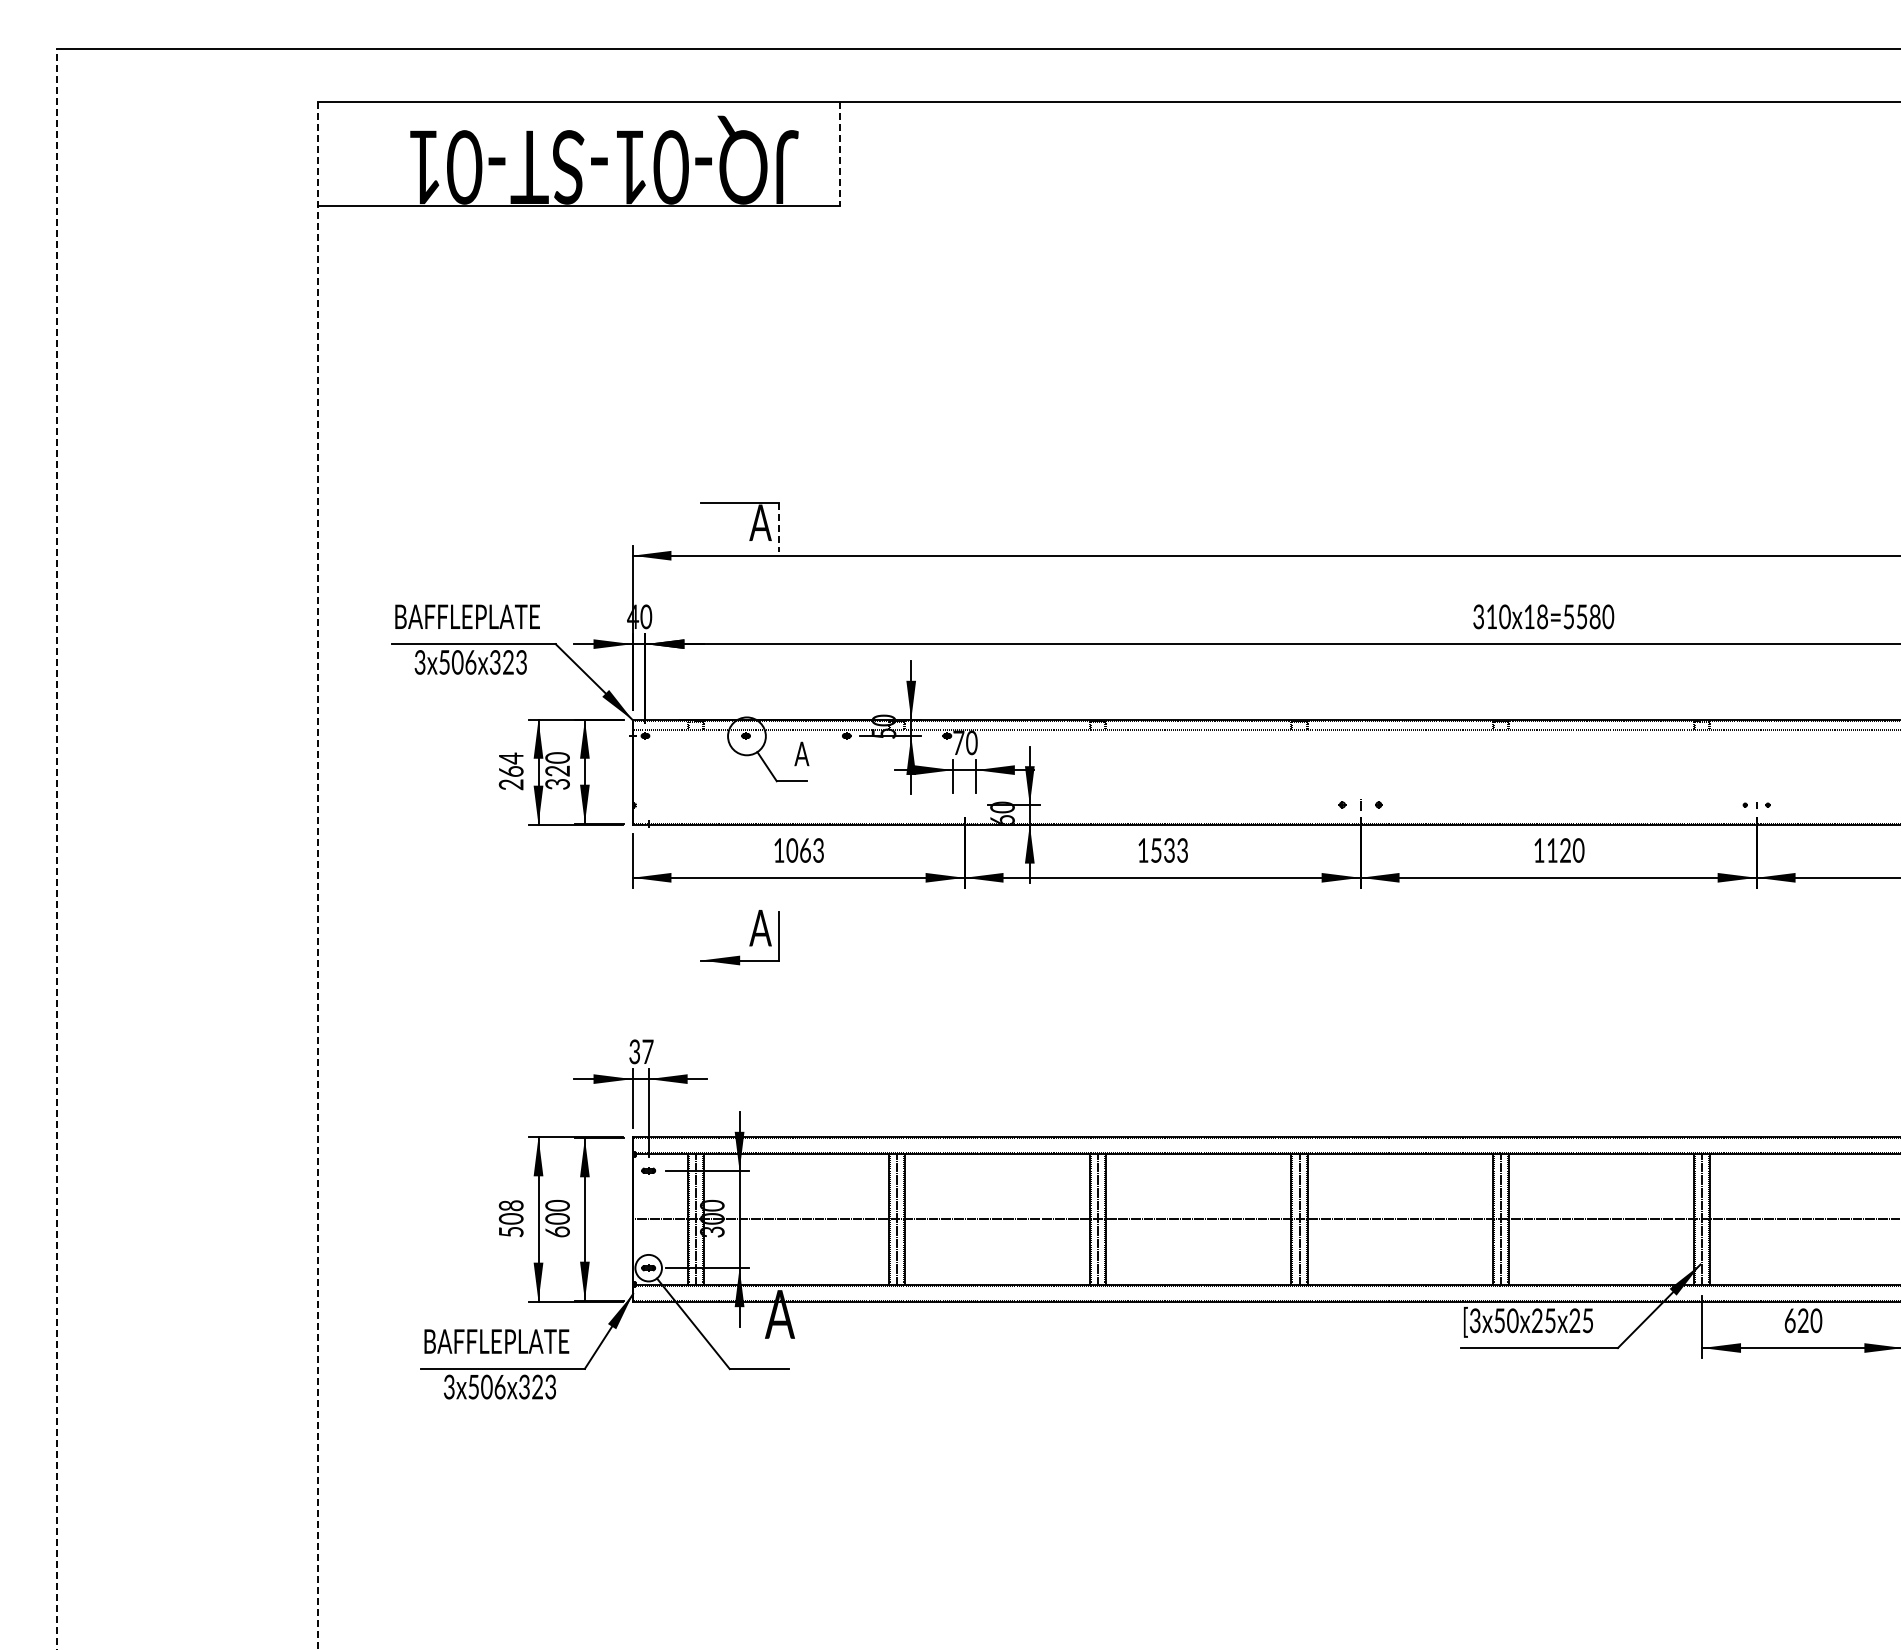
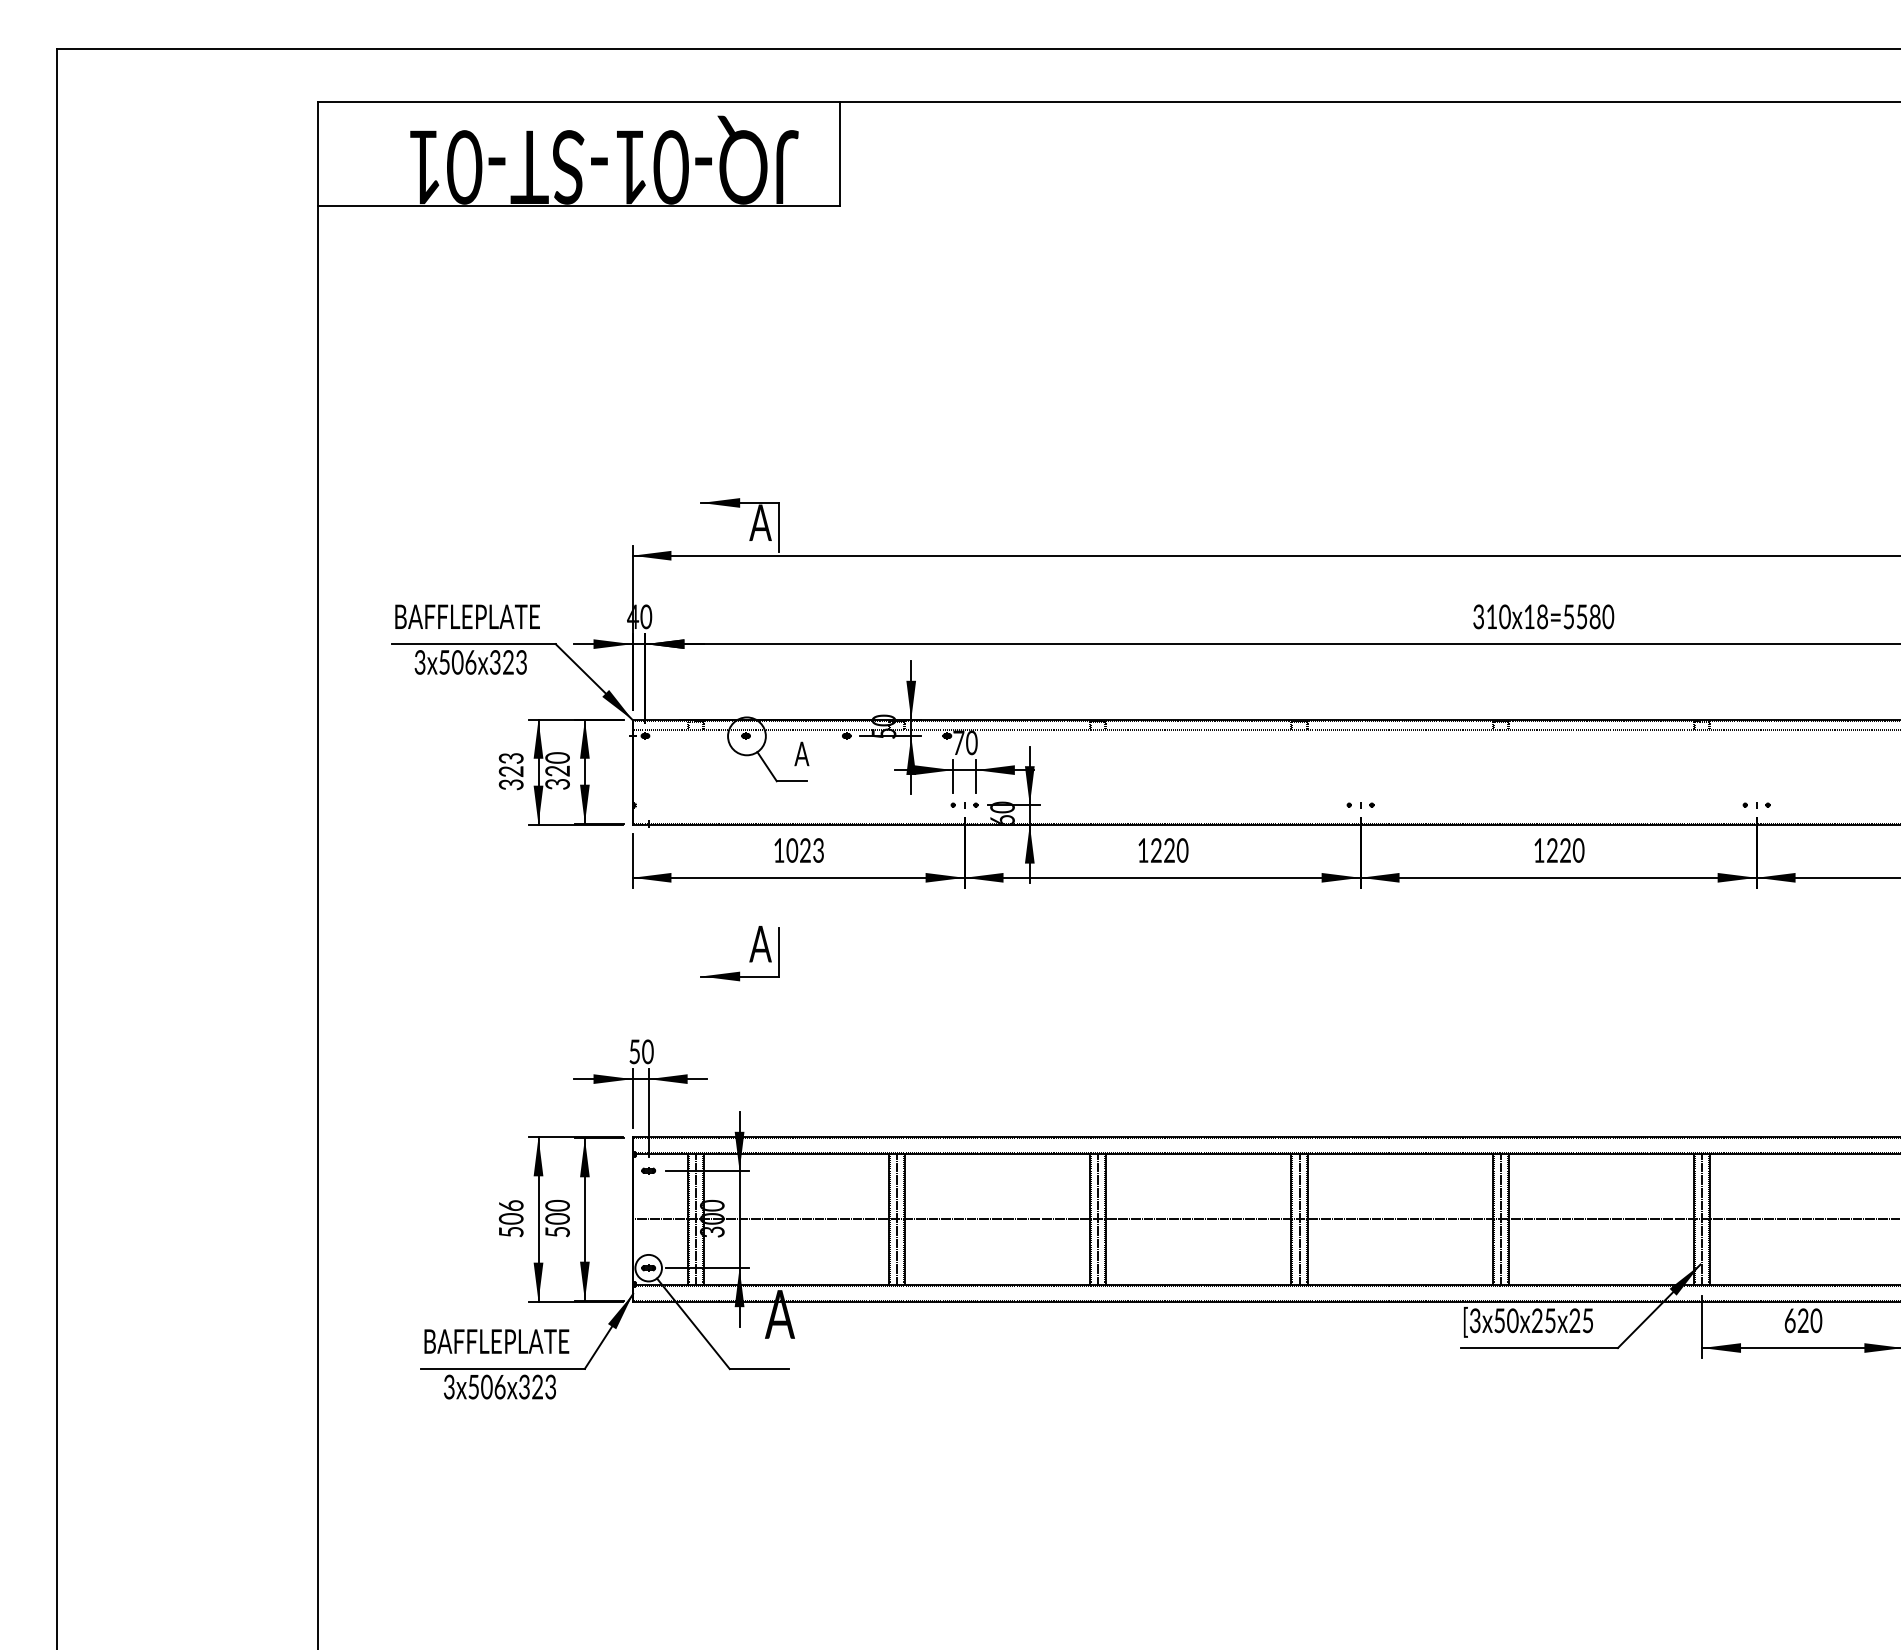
line at (840, 154): dashed -> solid
fill at (720, 502): none -> present
line at (779, 527): dashed -> solid
text at (510, 771): 264 -> 323
part at (1360, 804) size: 45x12 px -> 29x7 px
part at (964, 805): none -> present
line at (57, 849): dashed -> solid
text at (805, 850): 1063 -> 1023
text at (1169, 850): 1533 -> 1220
text at (1552, 850): 1120 -> 1220
line at (318, 875): dashed -> solid
part at (750, 940) position: (750, 940) -> (750, 956)
text at (641, 1051): 37 -> 50
text at (510, 1205): 508 -> 506
text at (557, 1231): 600 -> 500
